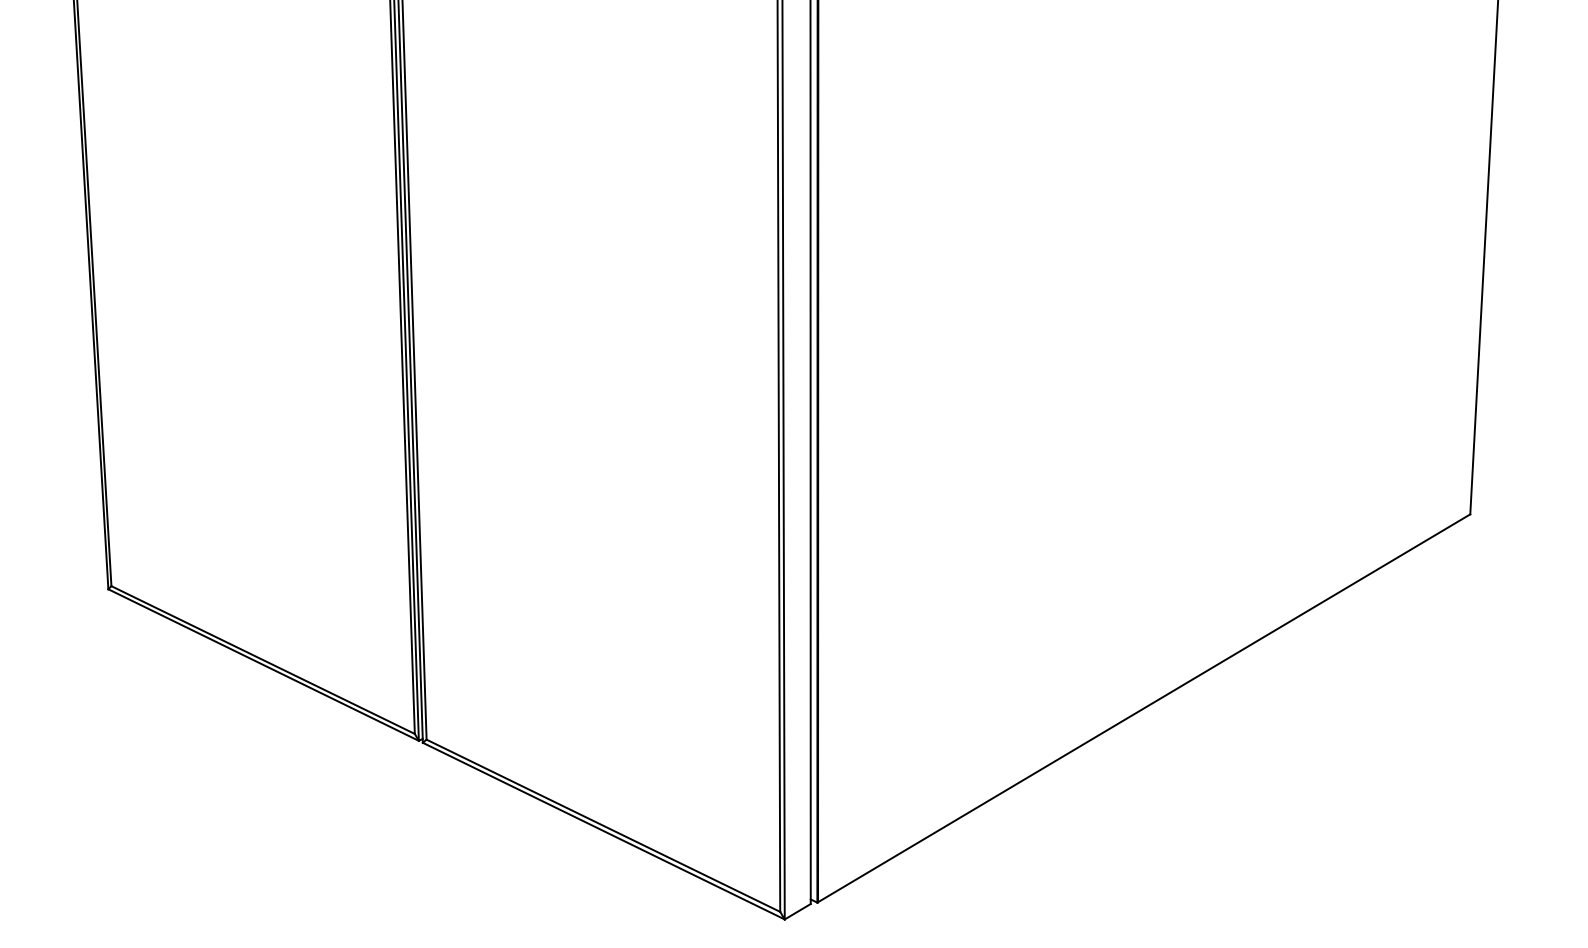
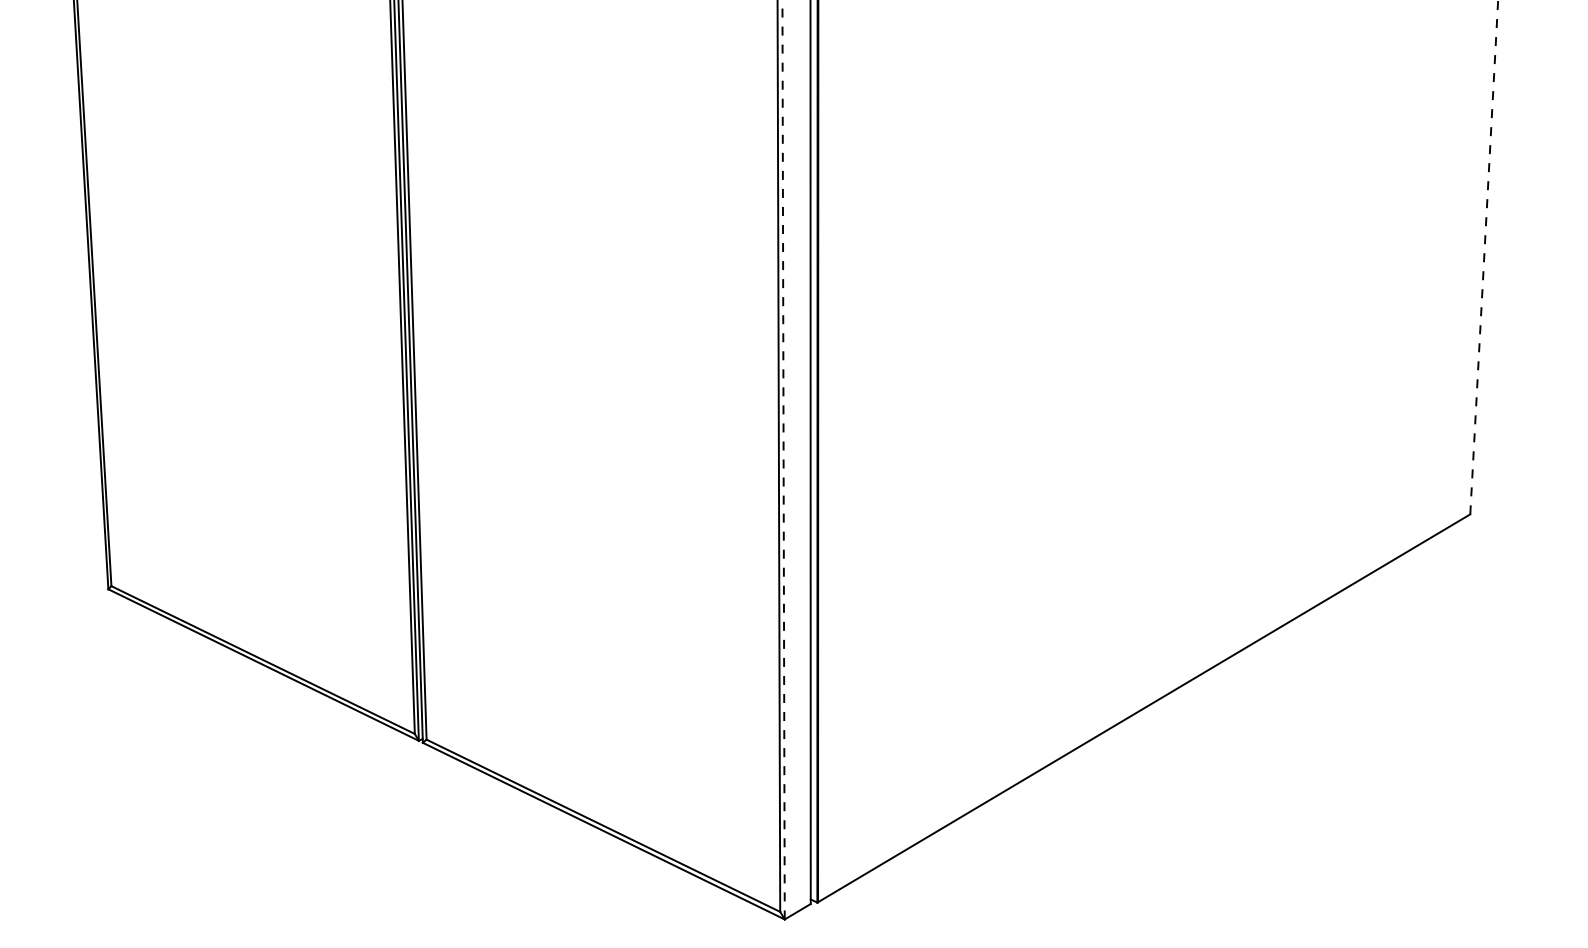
line at (1484, 256): solid -> dashed
line at (783, 459): solid -> dashed
